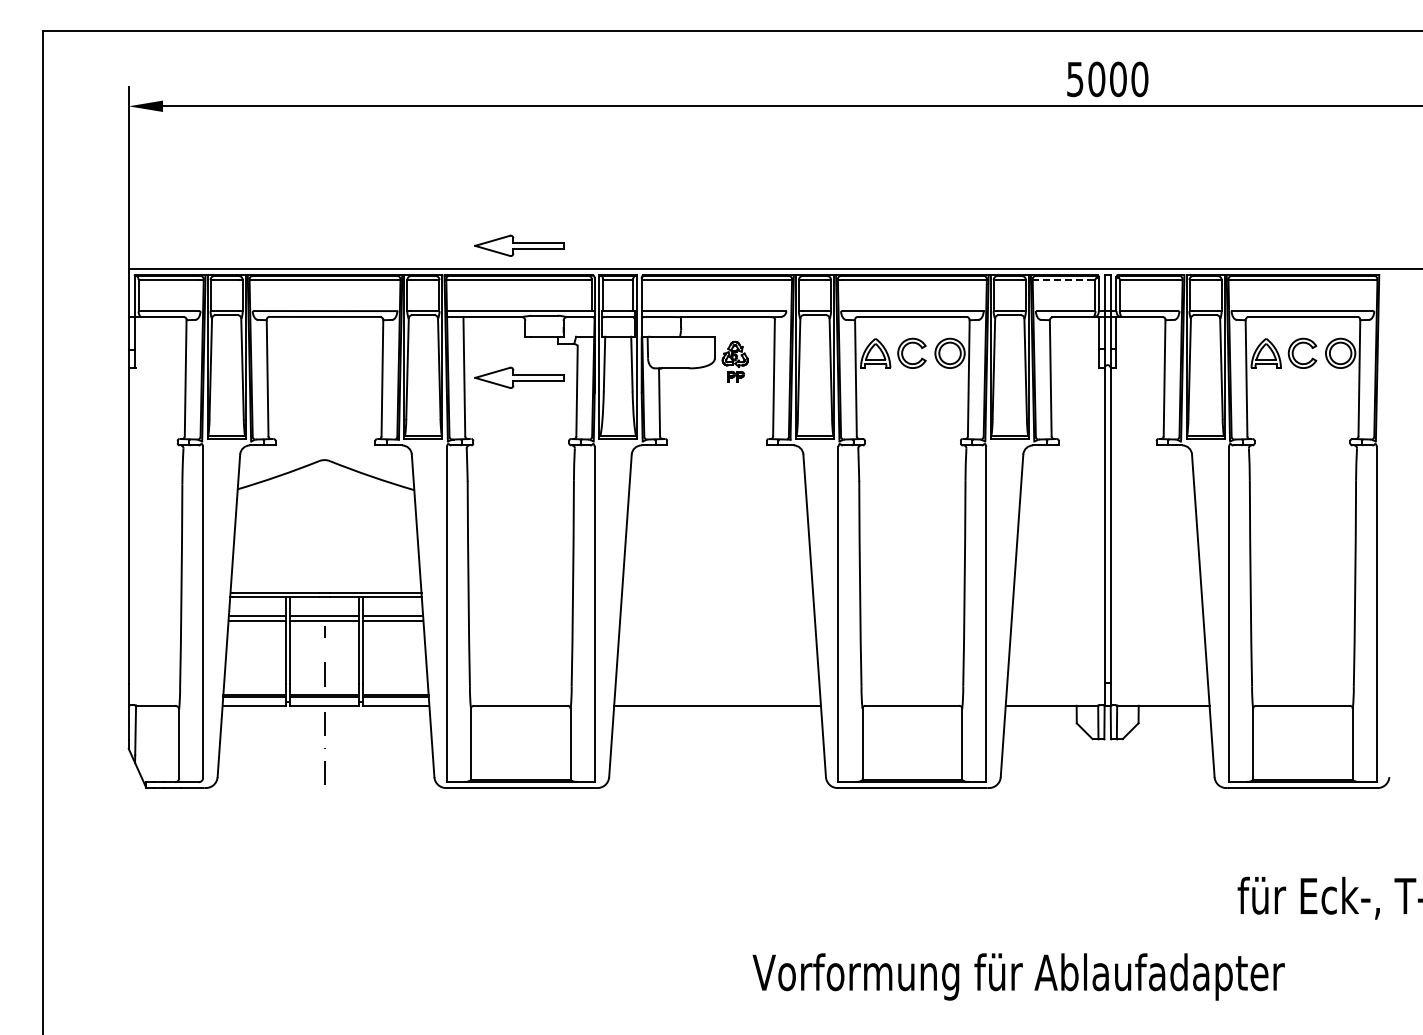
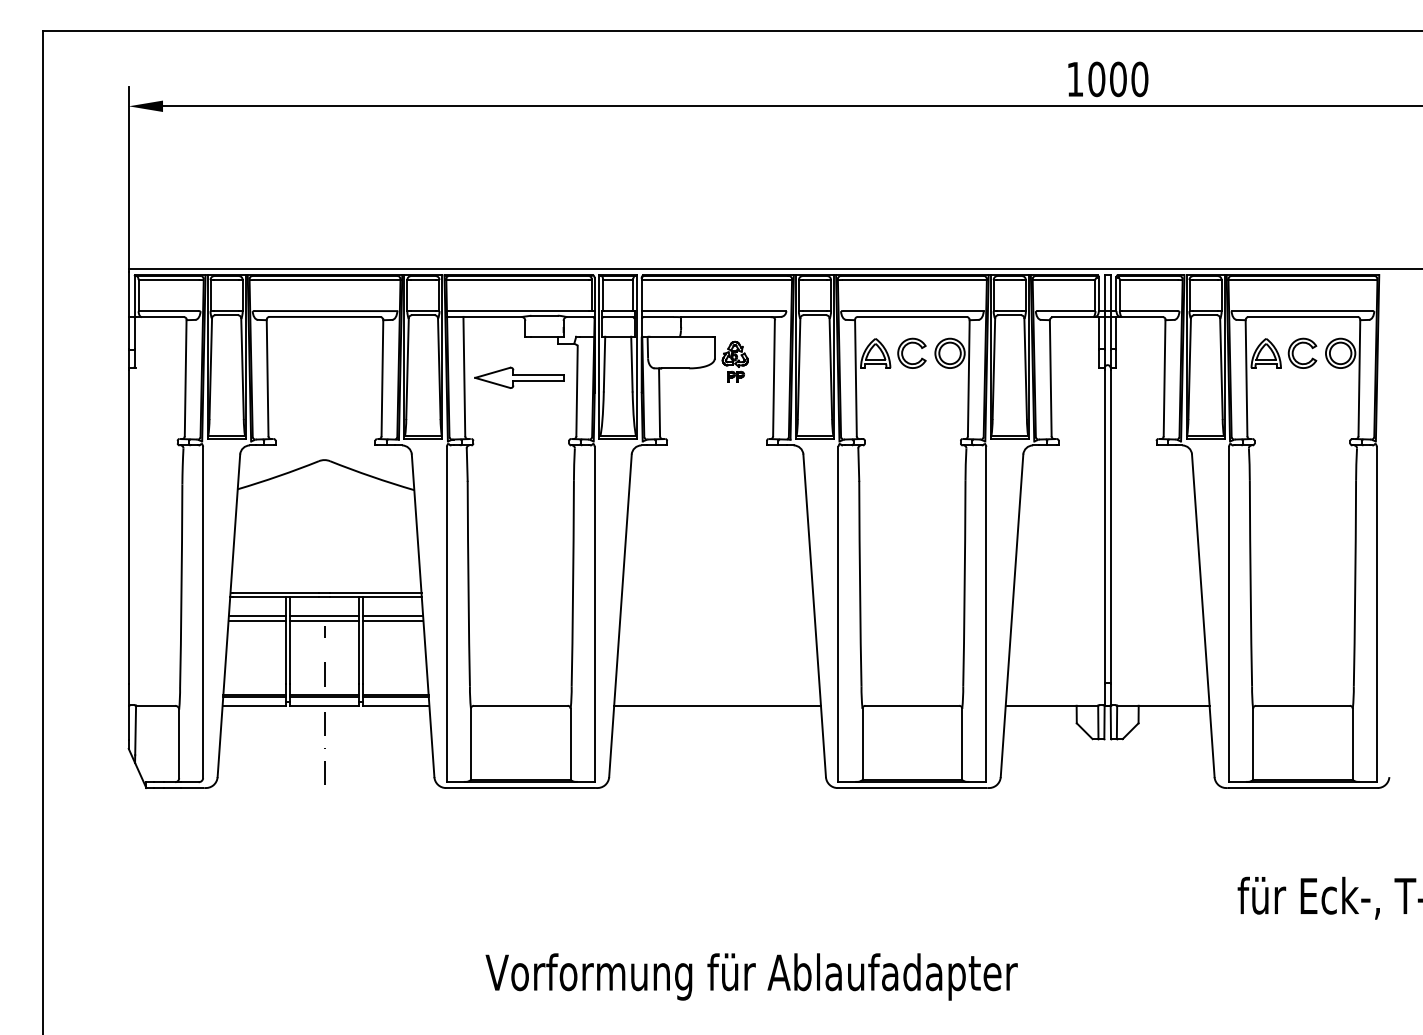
text at (1075, 79): 5000 -> 1000
part at (519, 245): present -> none
line at (1063, 280): dashed -> solid
text at (1018, 976) position: (1018, 976) -> (751, 976)
